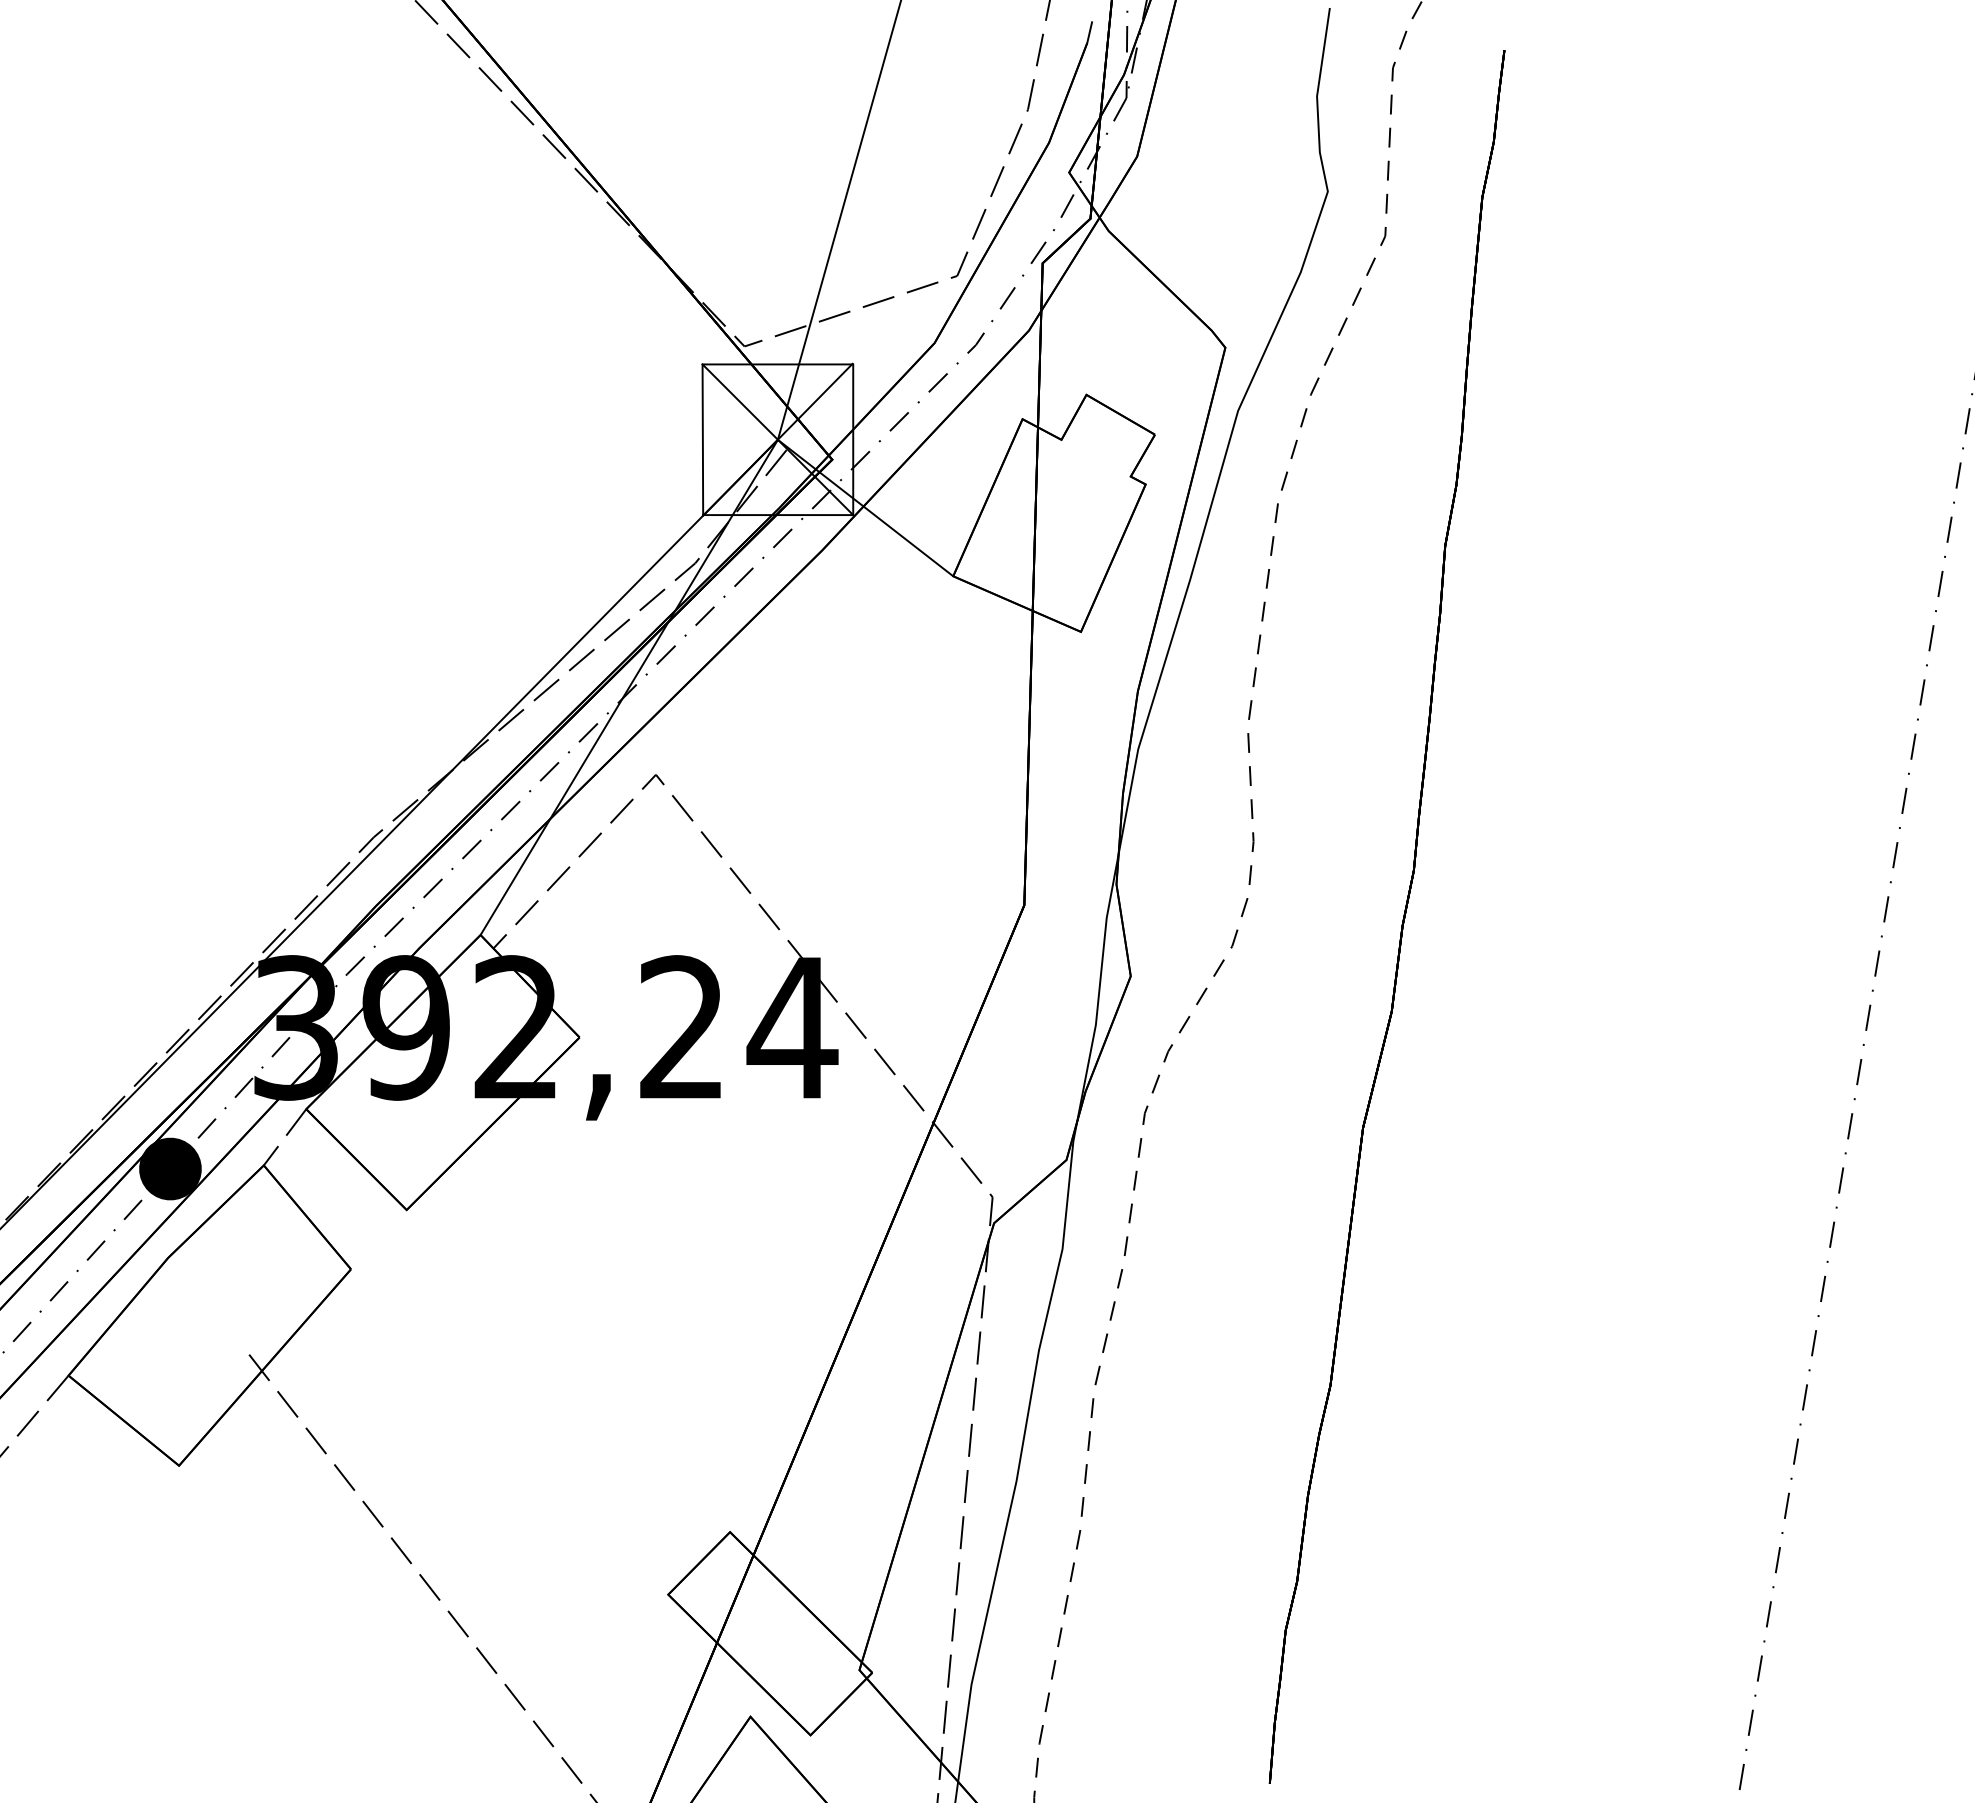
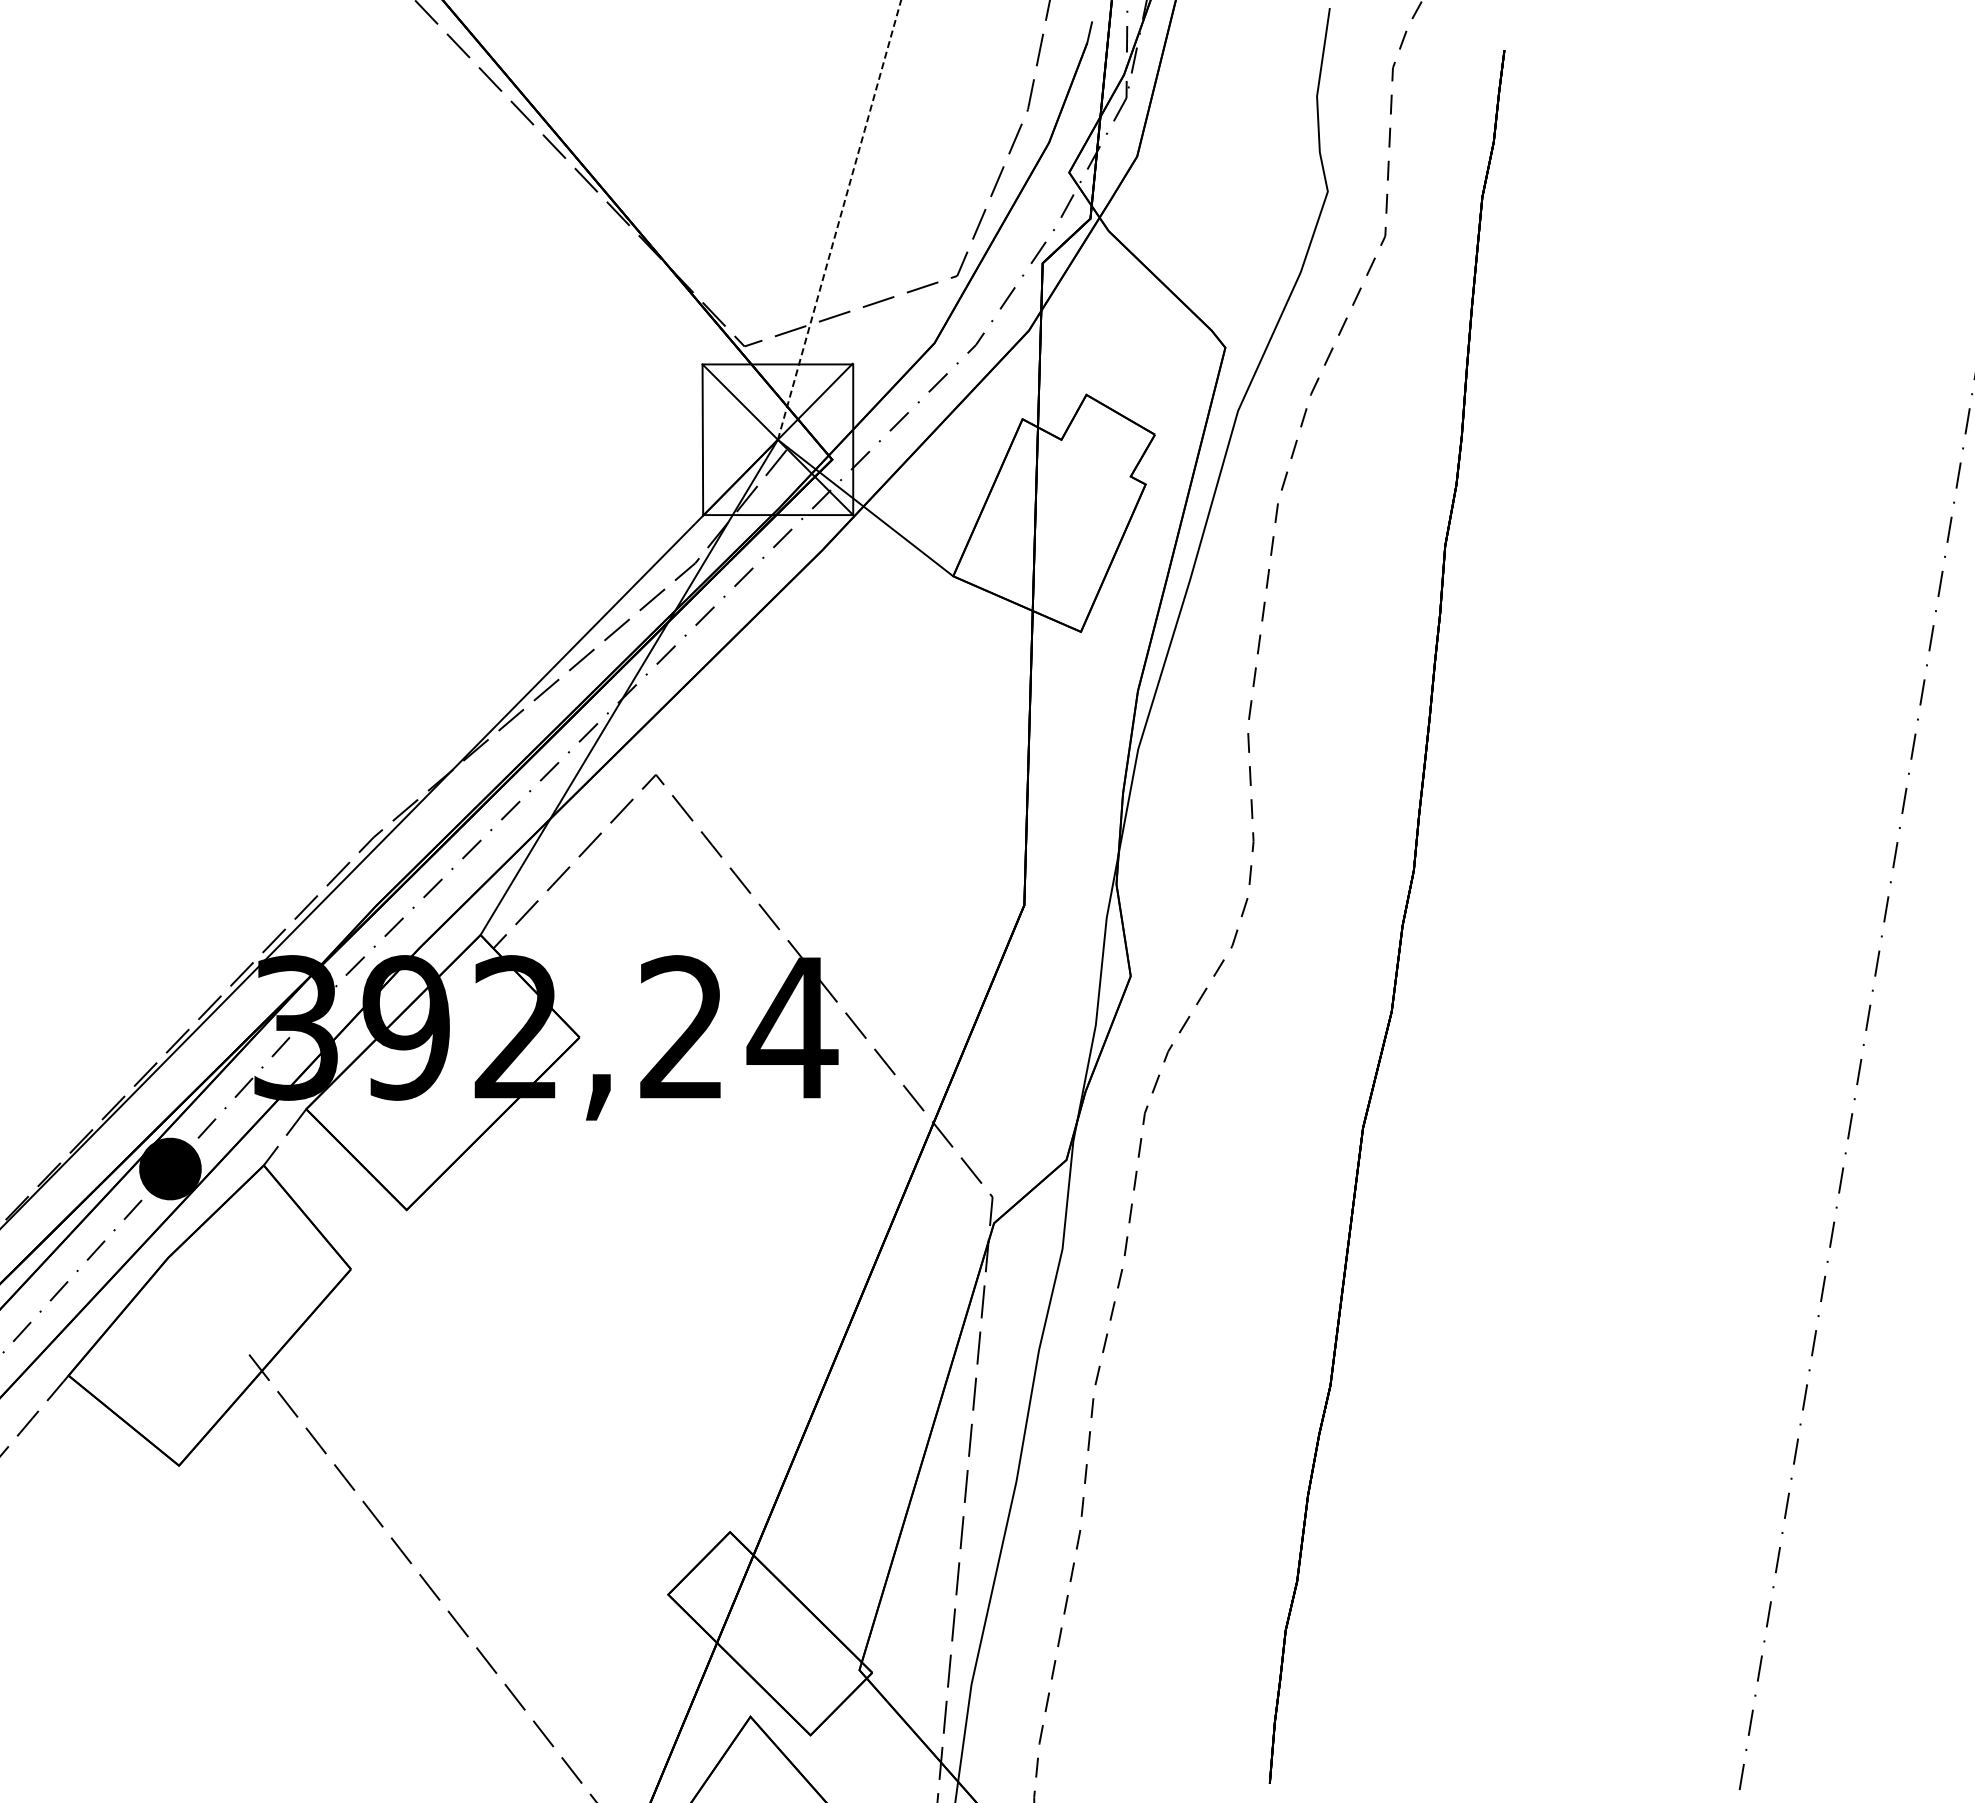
line at (839, 220): solid -> dashed
